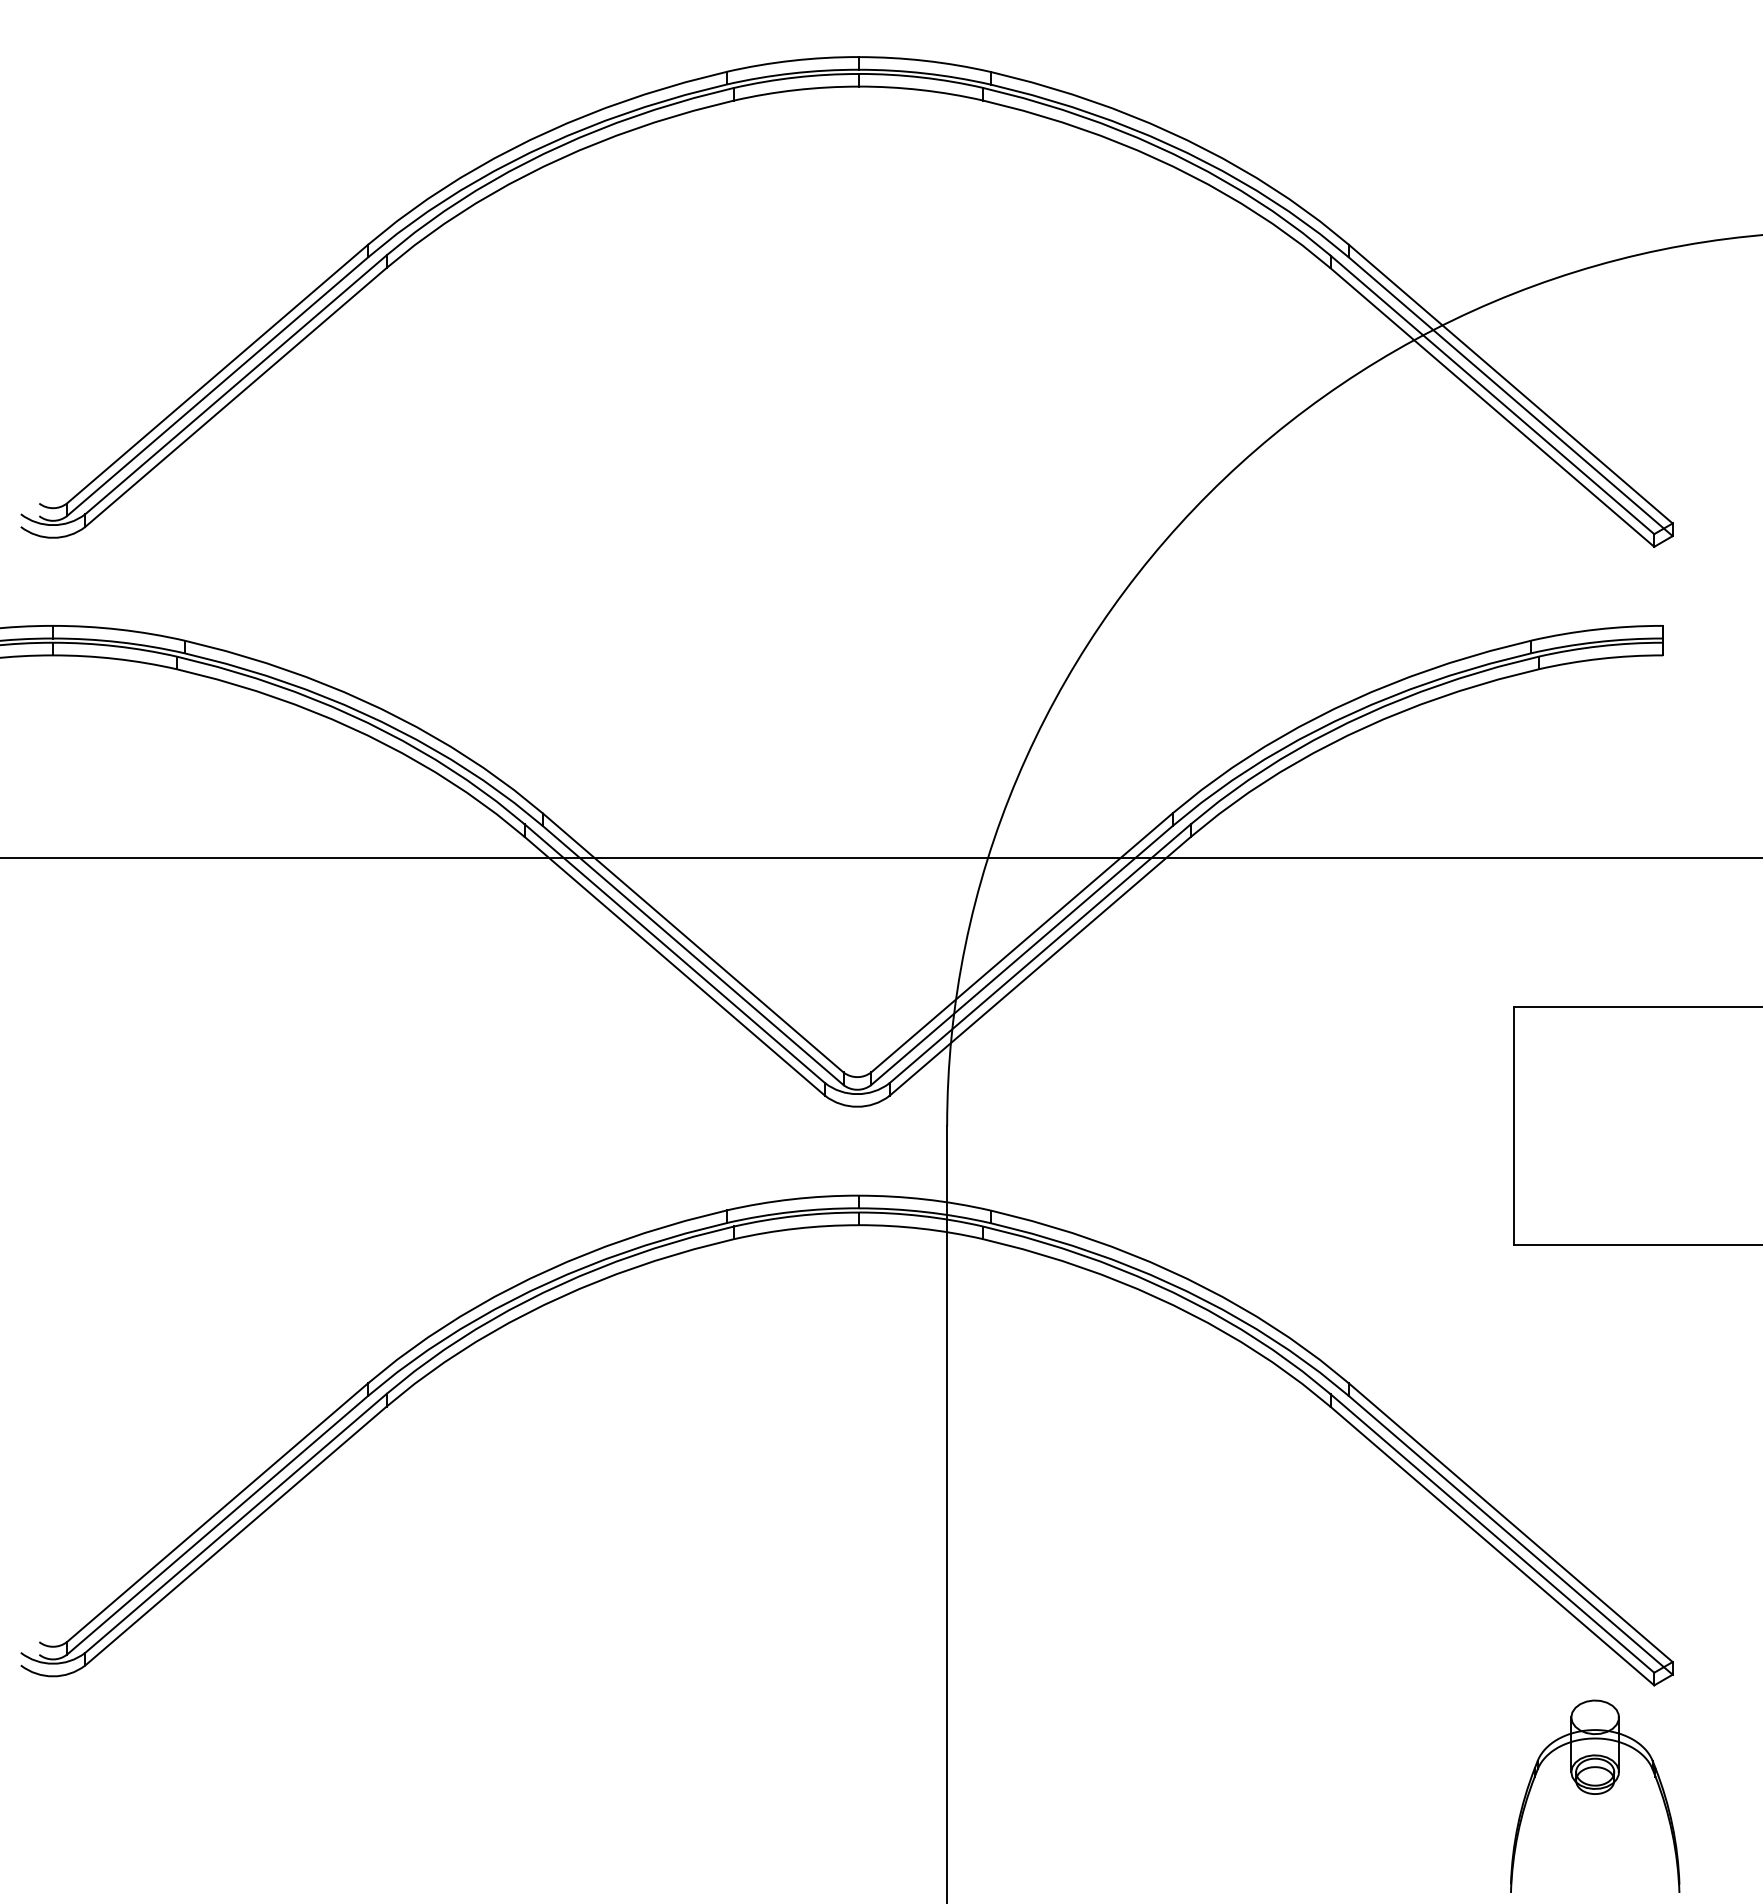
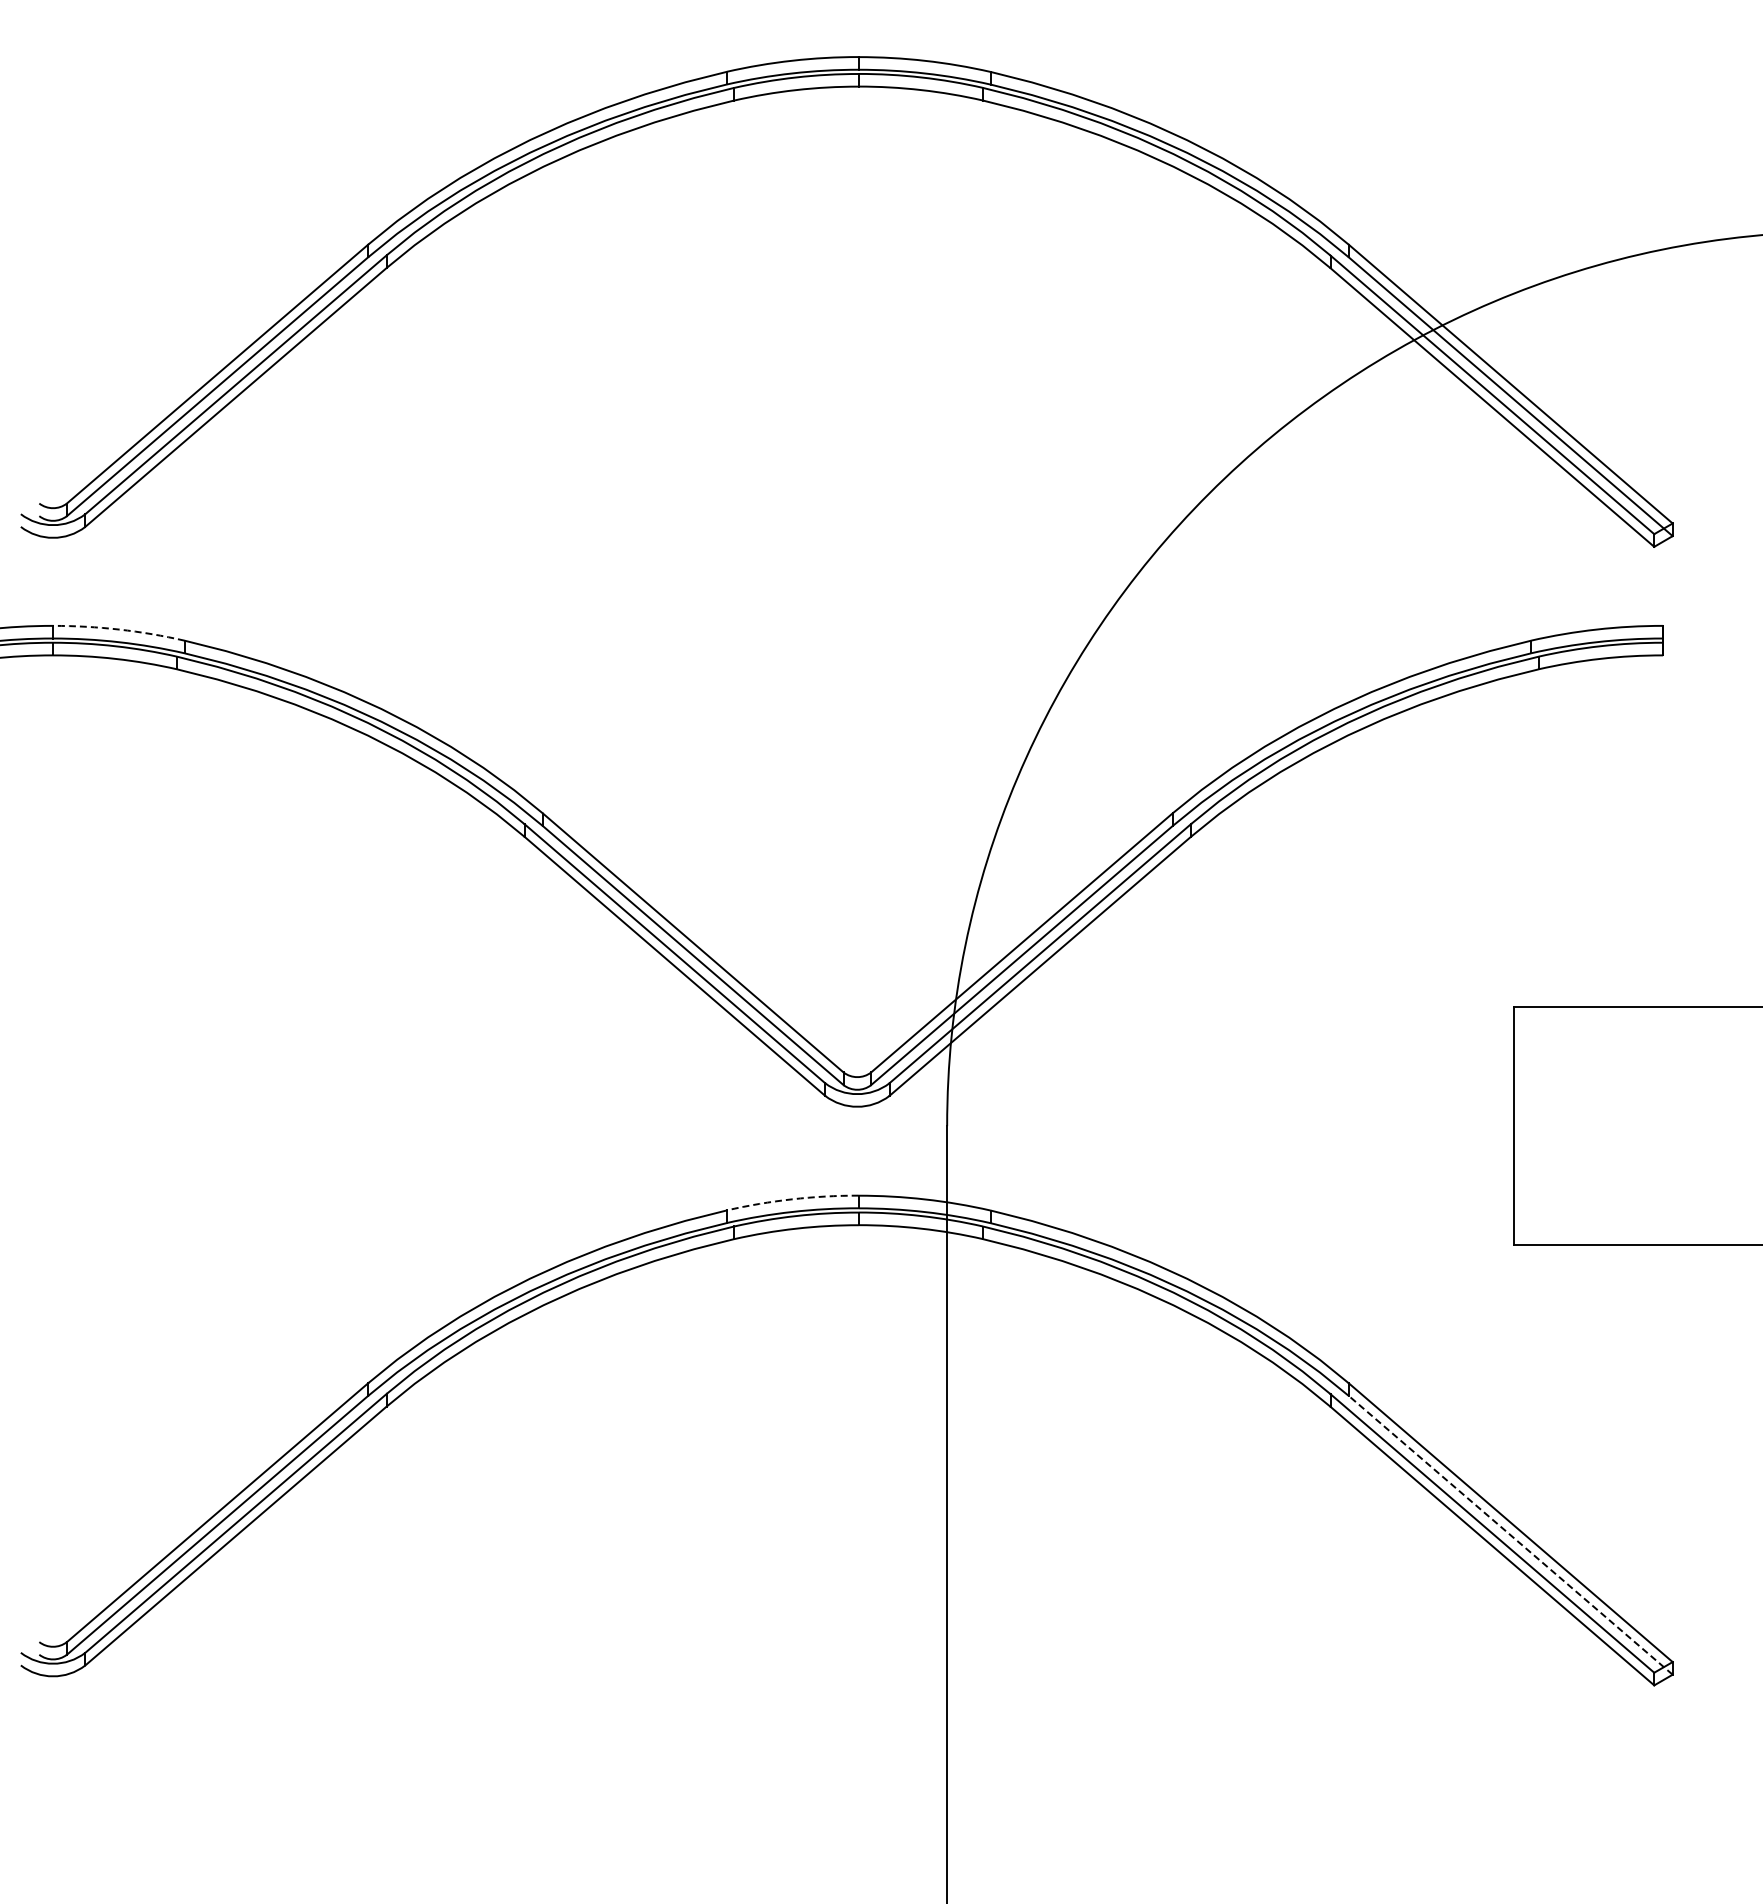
arc at (119, 629): solid -> dashed
line at (880, 857): present -> none
arc at (792, 1199): solid -> dashed
line at (1510, 1535): solid -> dashed
part at (1595, 1795): present -> none
